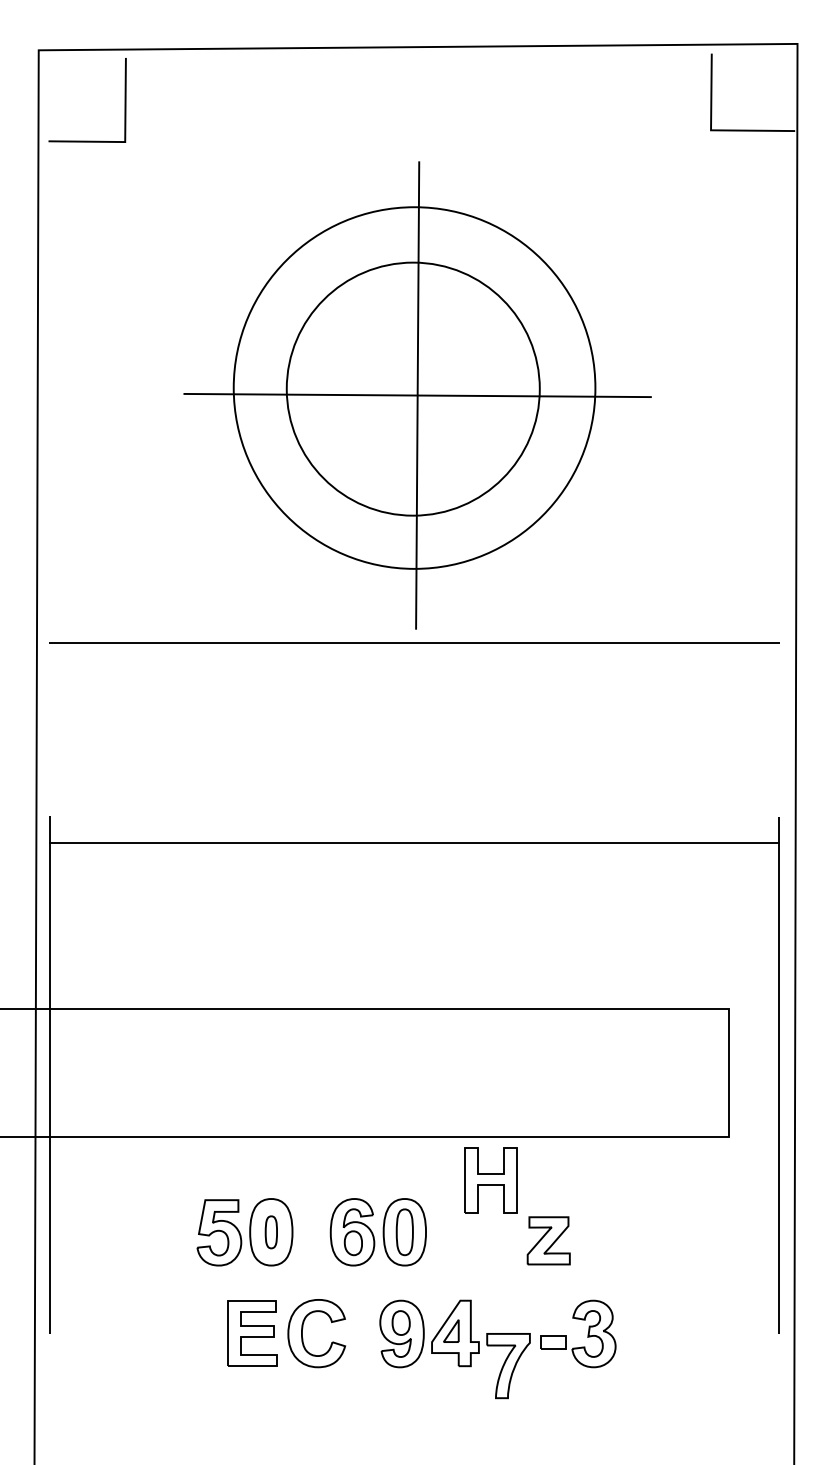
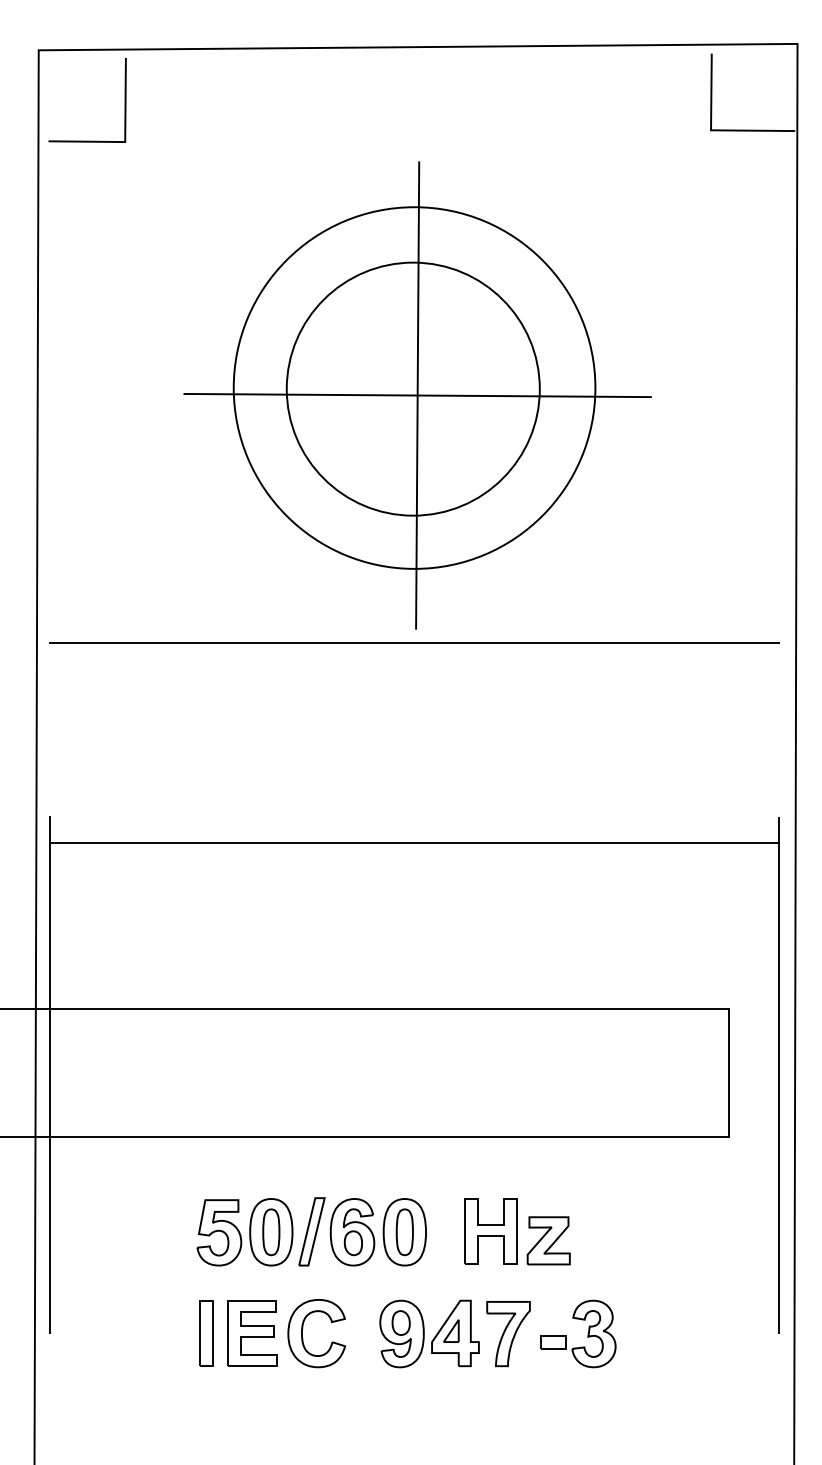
part at (490, 1180) position: (490, 1180) -> (490, 1231)
part at (311, 1231): none -> present
part at (270, 1232) size: 14x35 px -> 19x49 px
part at (206, 1333): none -> present
part at (508, 1366) position: (508, 1366) -> (508, 1334)
